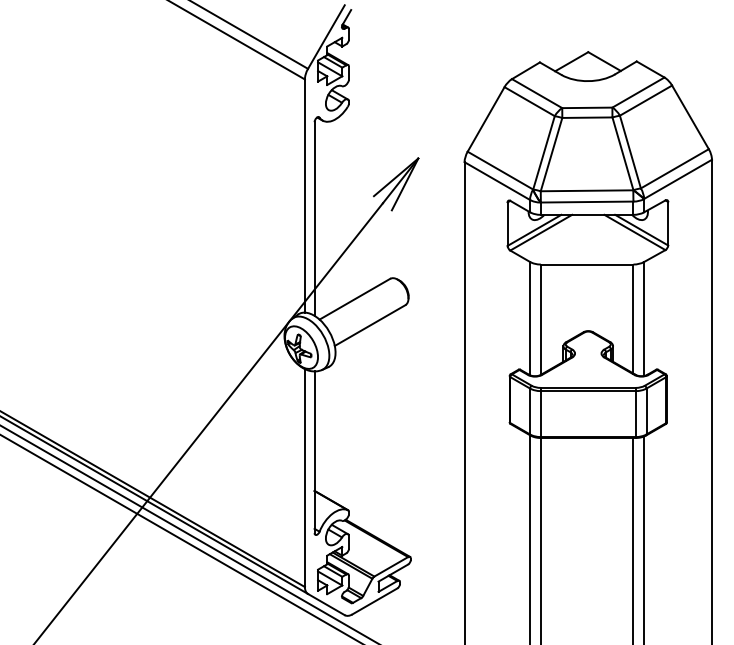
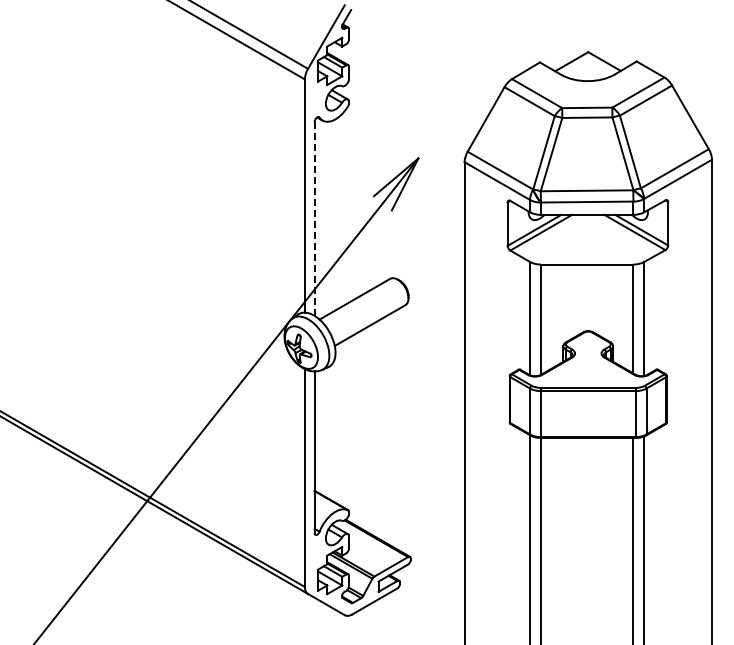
line at (314, 219): solid -> dashed
line at (188, 533): present -> none
line at (180, 538): present -> none
